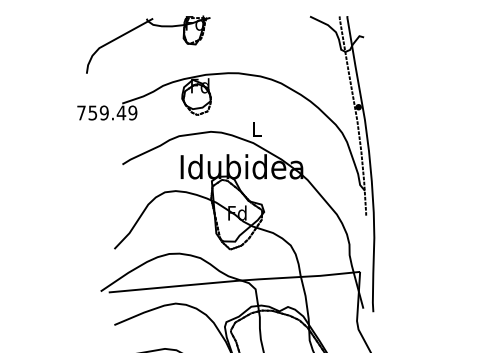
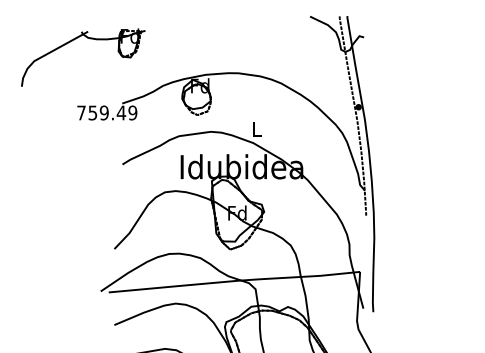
part at (139, 27) position: (139, 27) -> (74, 40)
